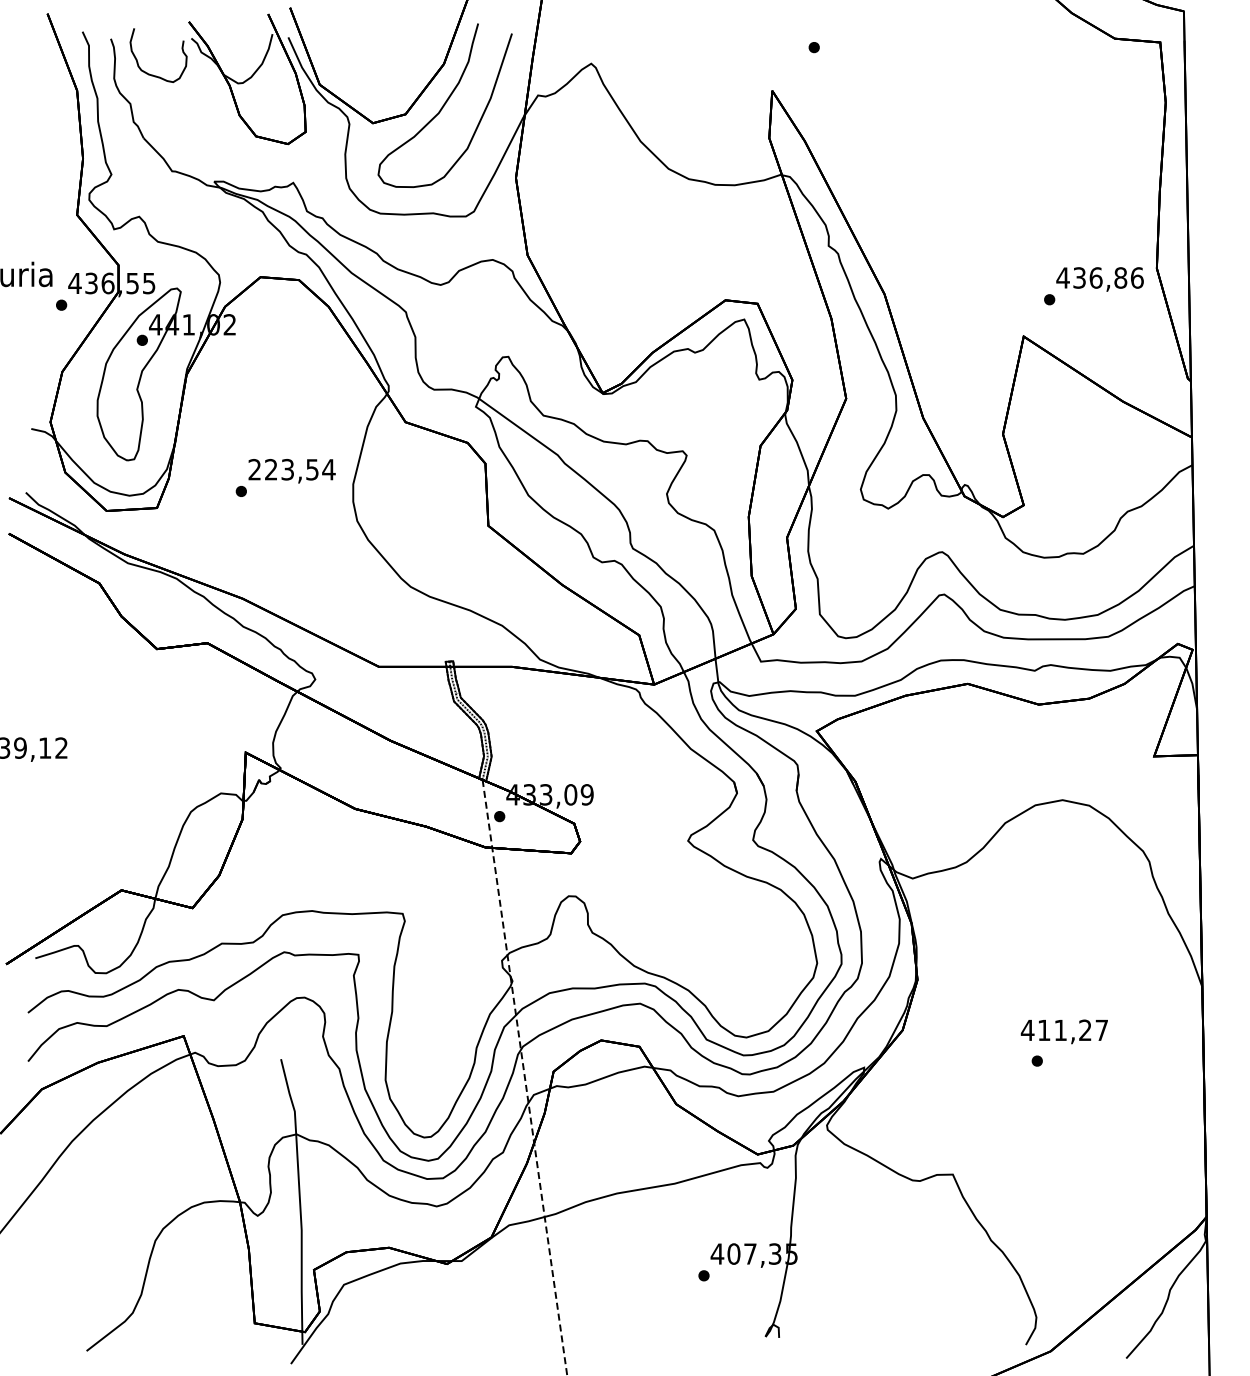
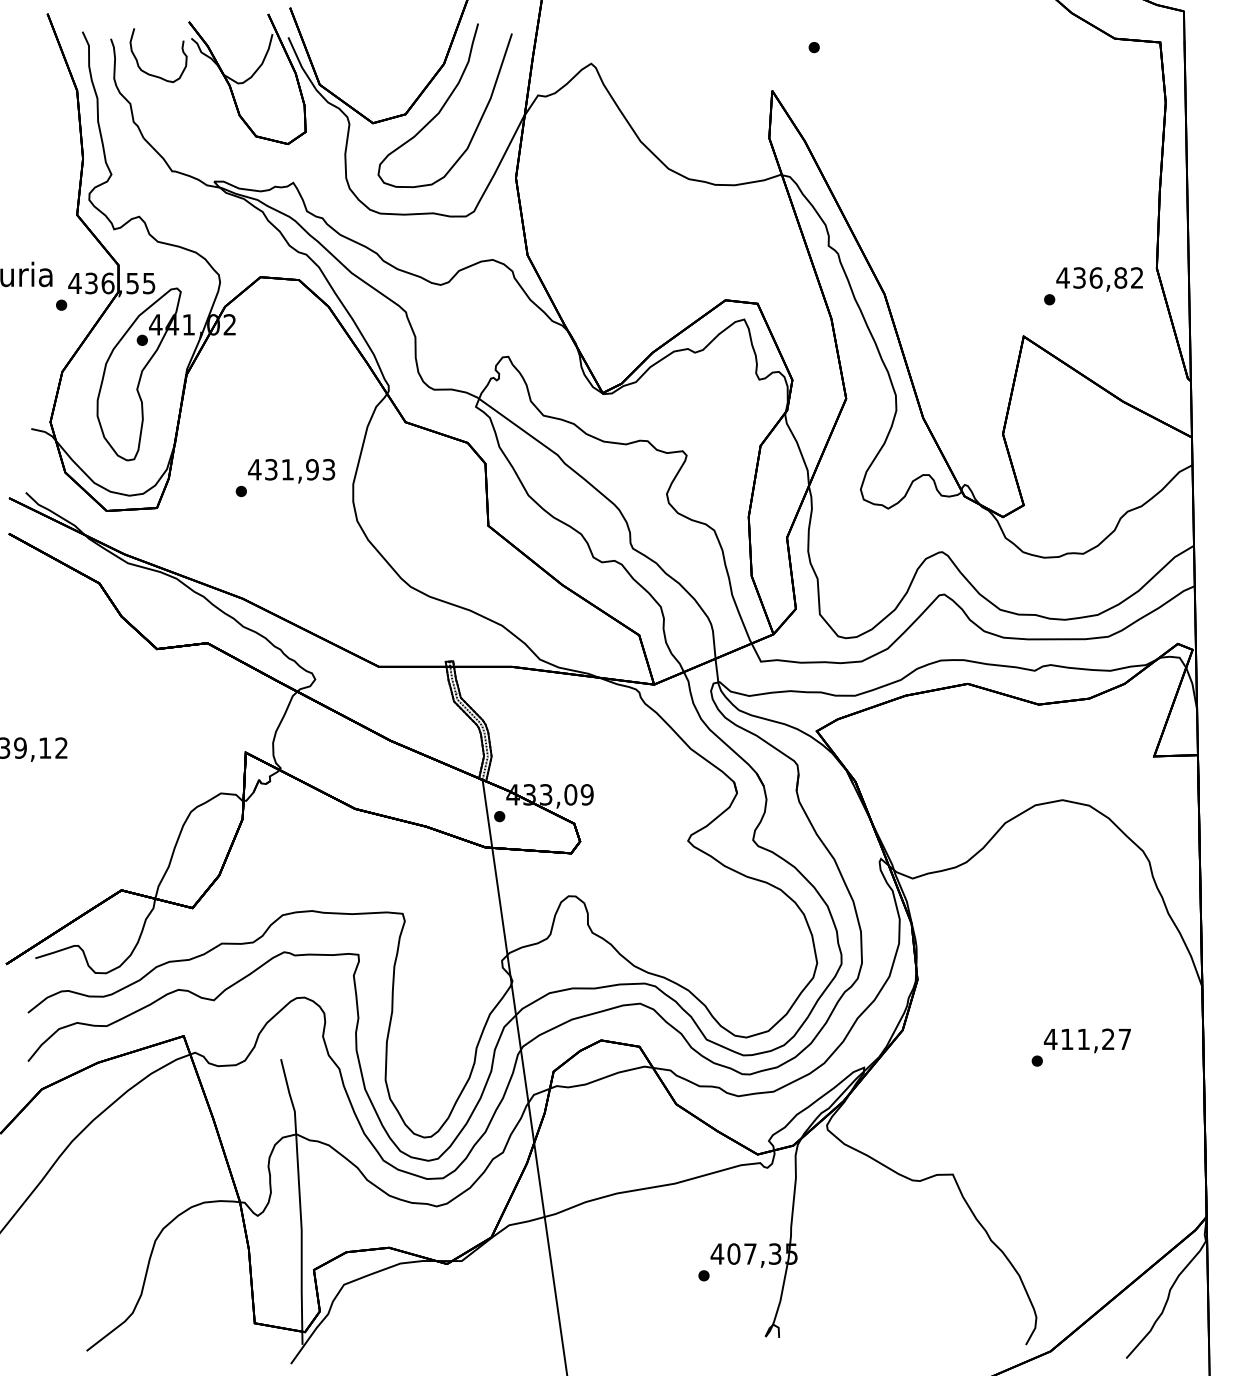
text at (1137, 277): 436,86 -> 436,82
text at (291, 469): 223,54 -> 431,93
text at (1063, 1031) position: (1063, 1031) -> (1086, 1040)
line at (524, 1077): dashed -> solid
